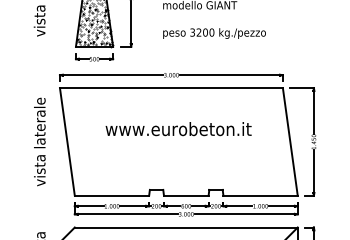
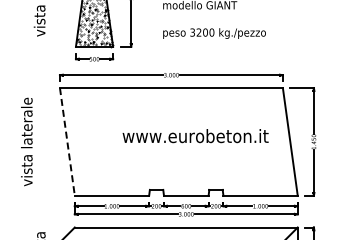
text at (178, 129) position: (178, 129) -> (195, 136)
text at (39, 141) position: (39, 141) -> (26, 141)
line at (67, 142): solid -> dashed
